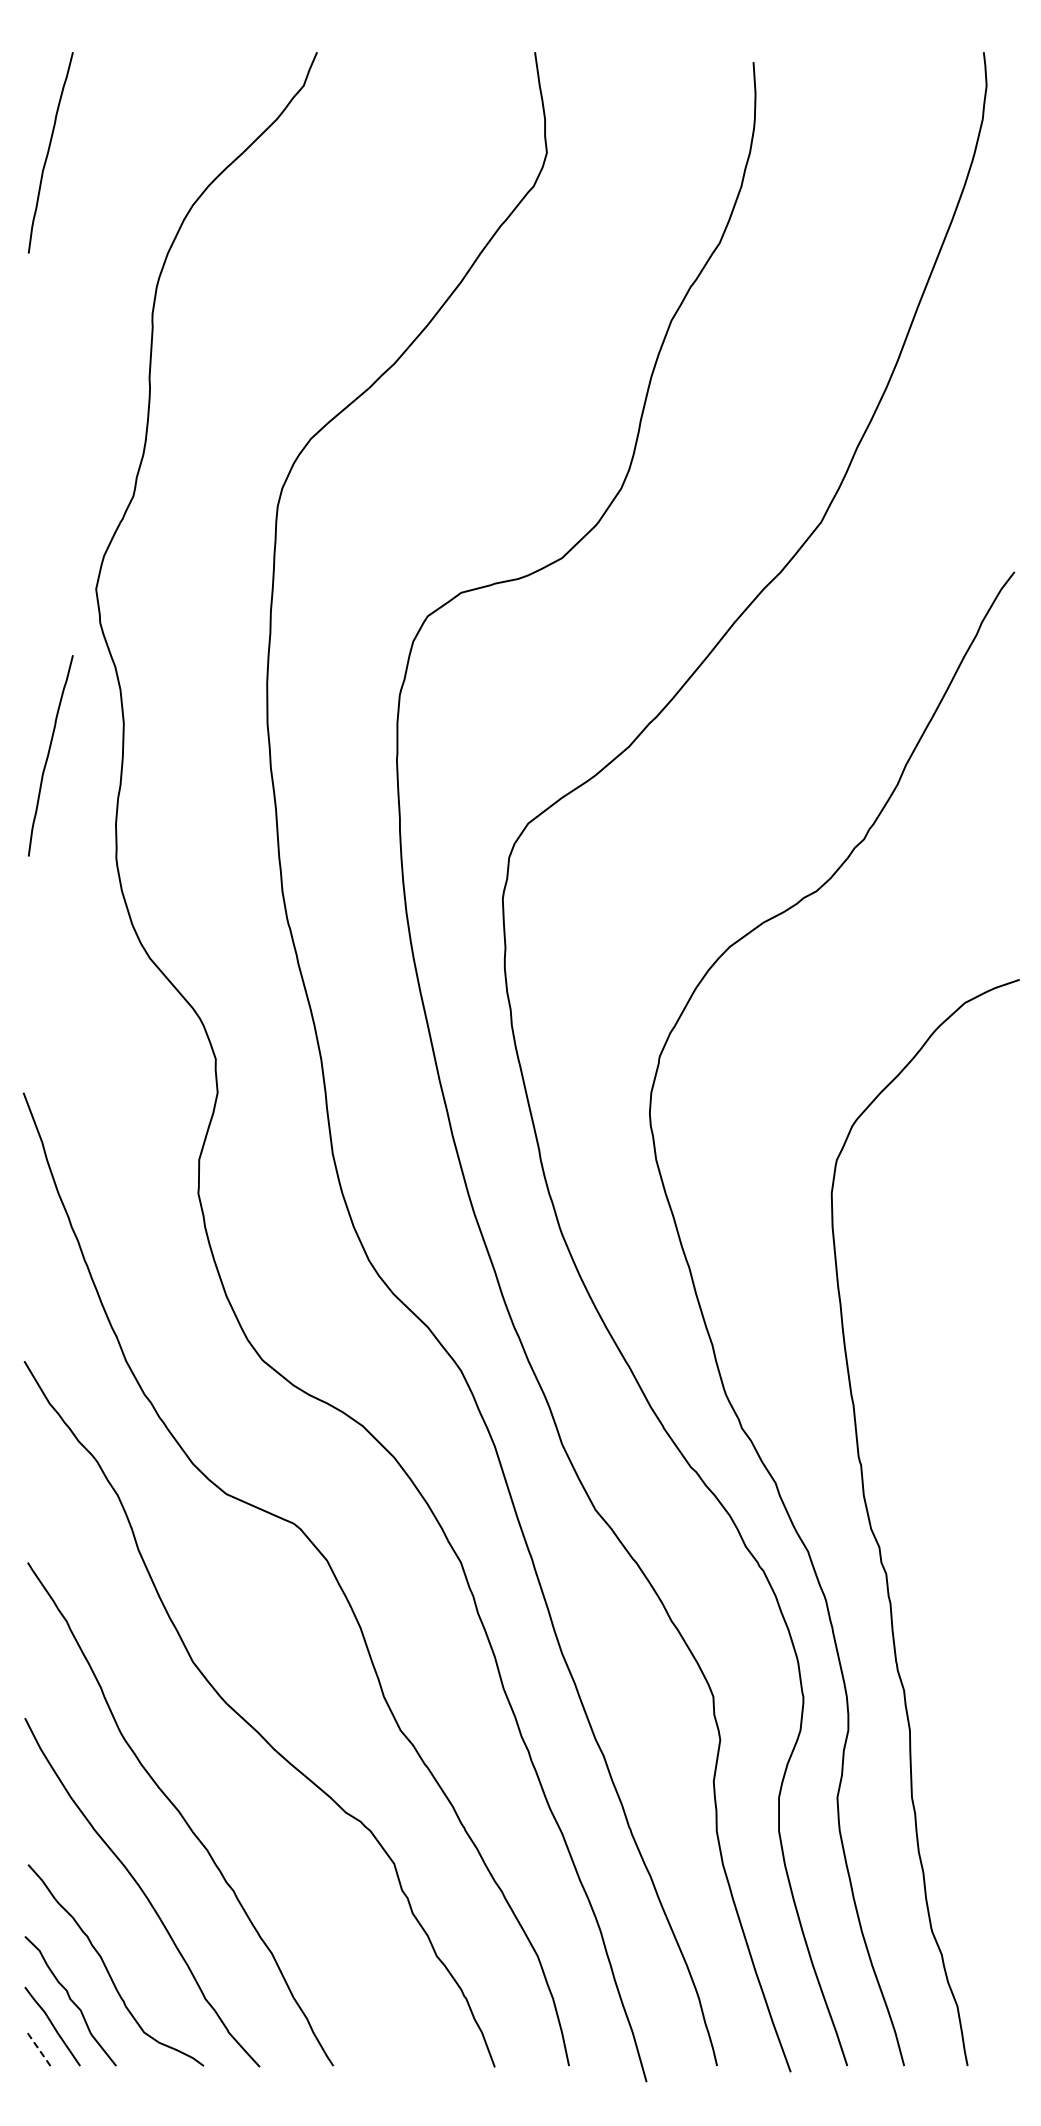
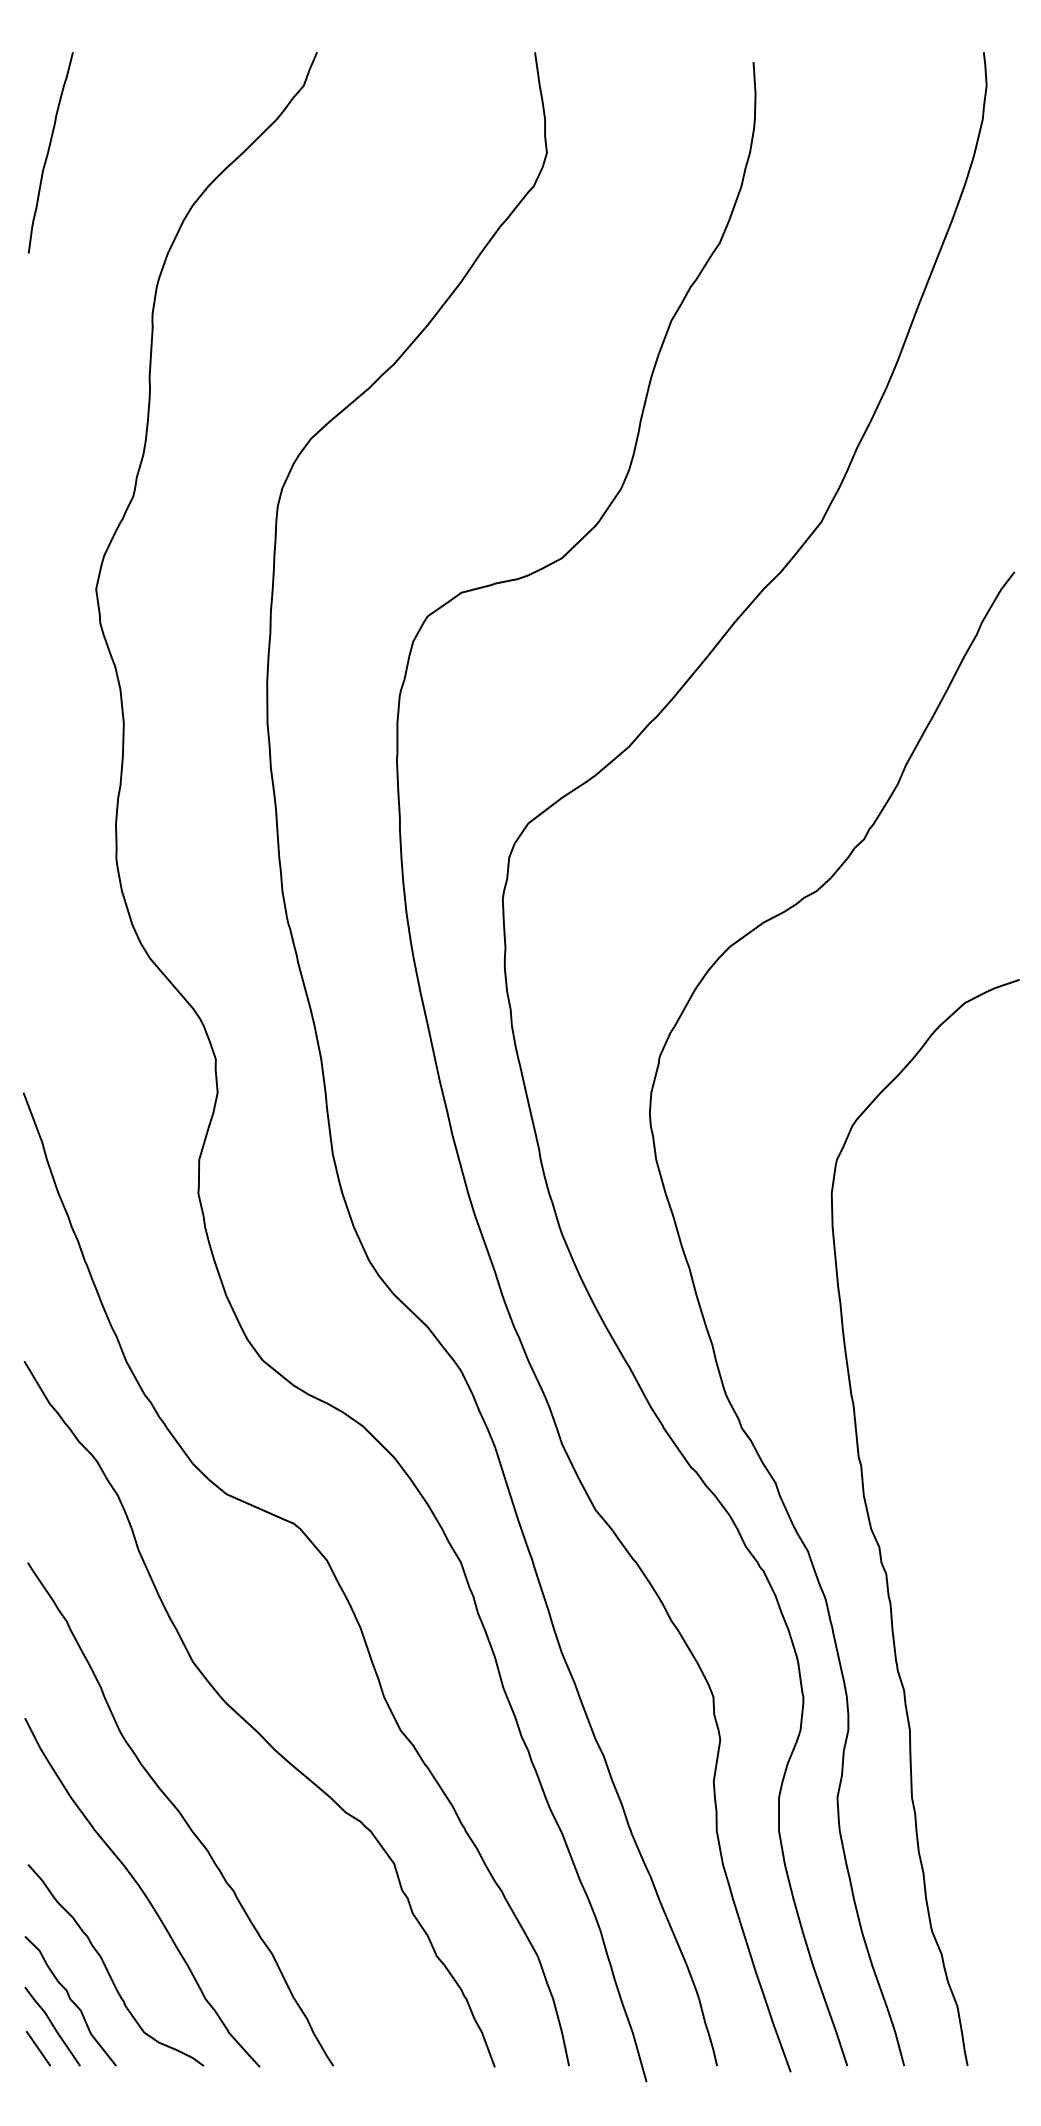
curve at (49, 754): present -> none
line at (38, 2048): dashed -> solid
